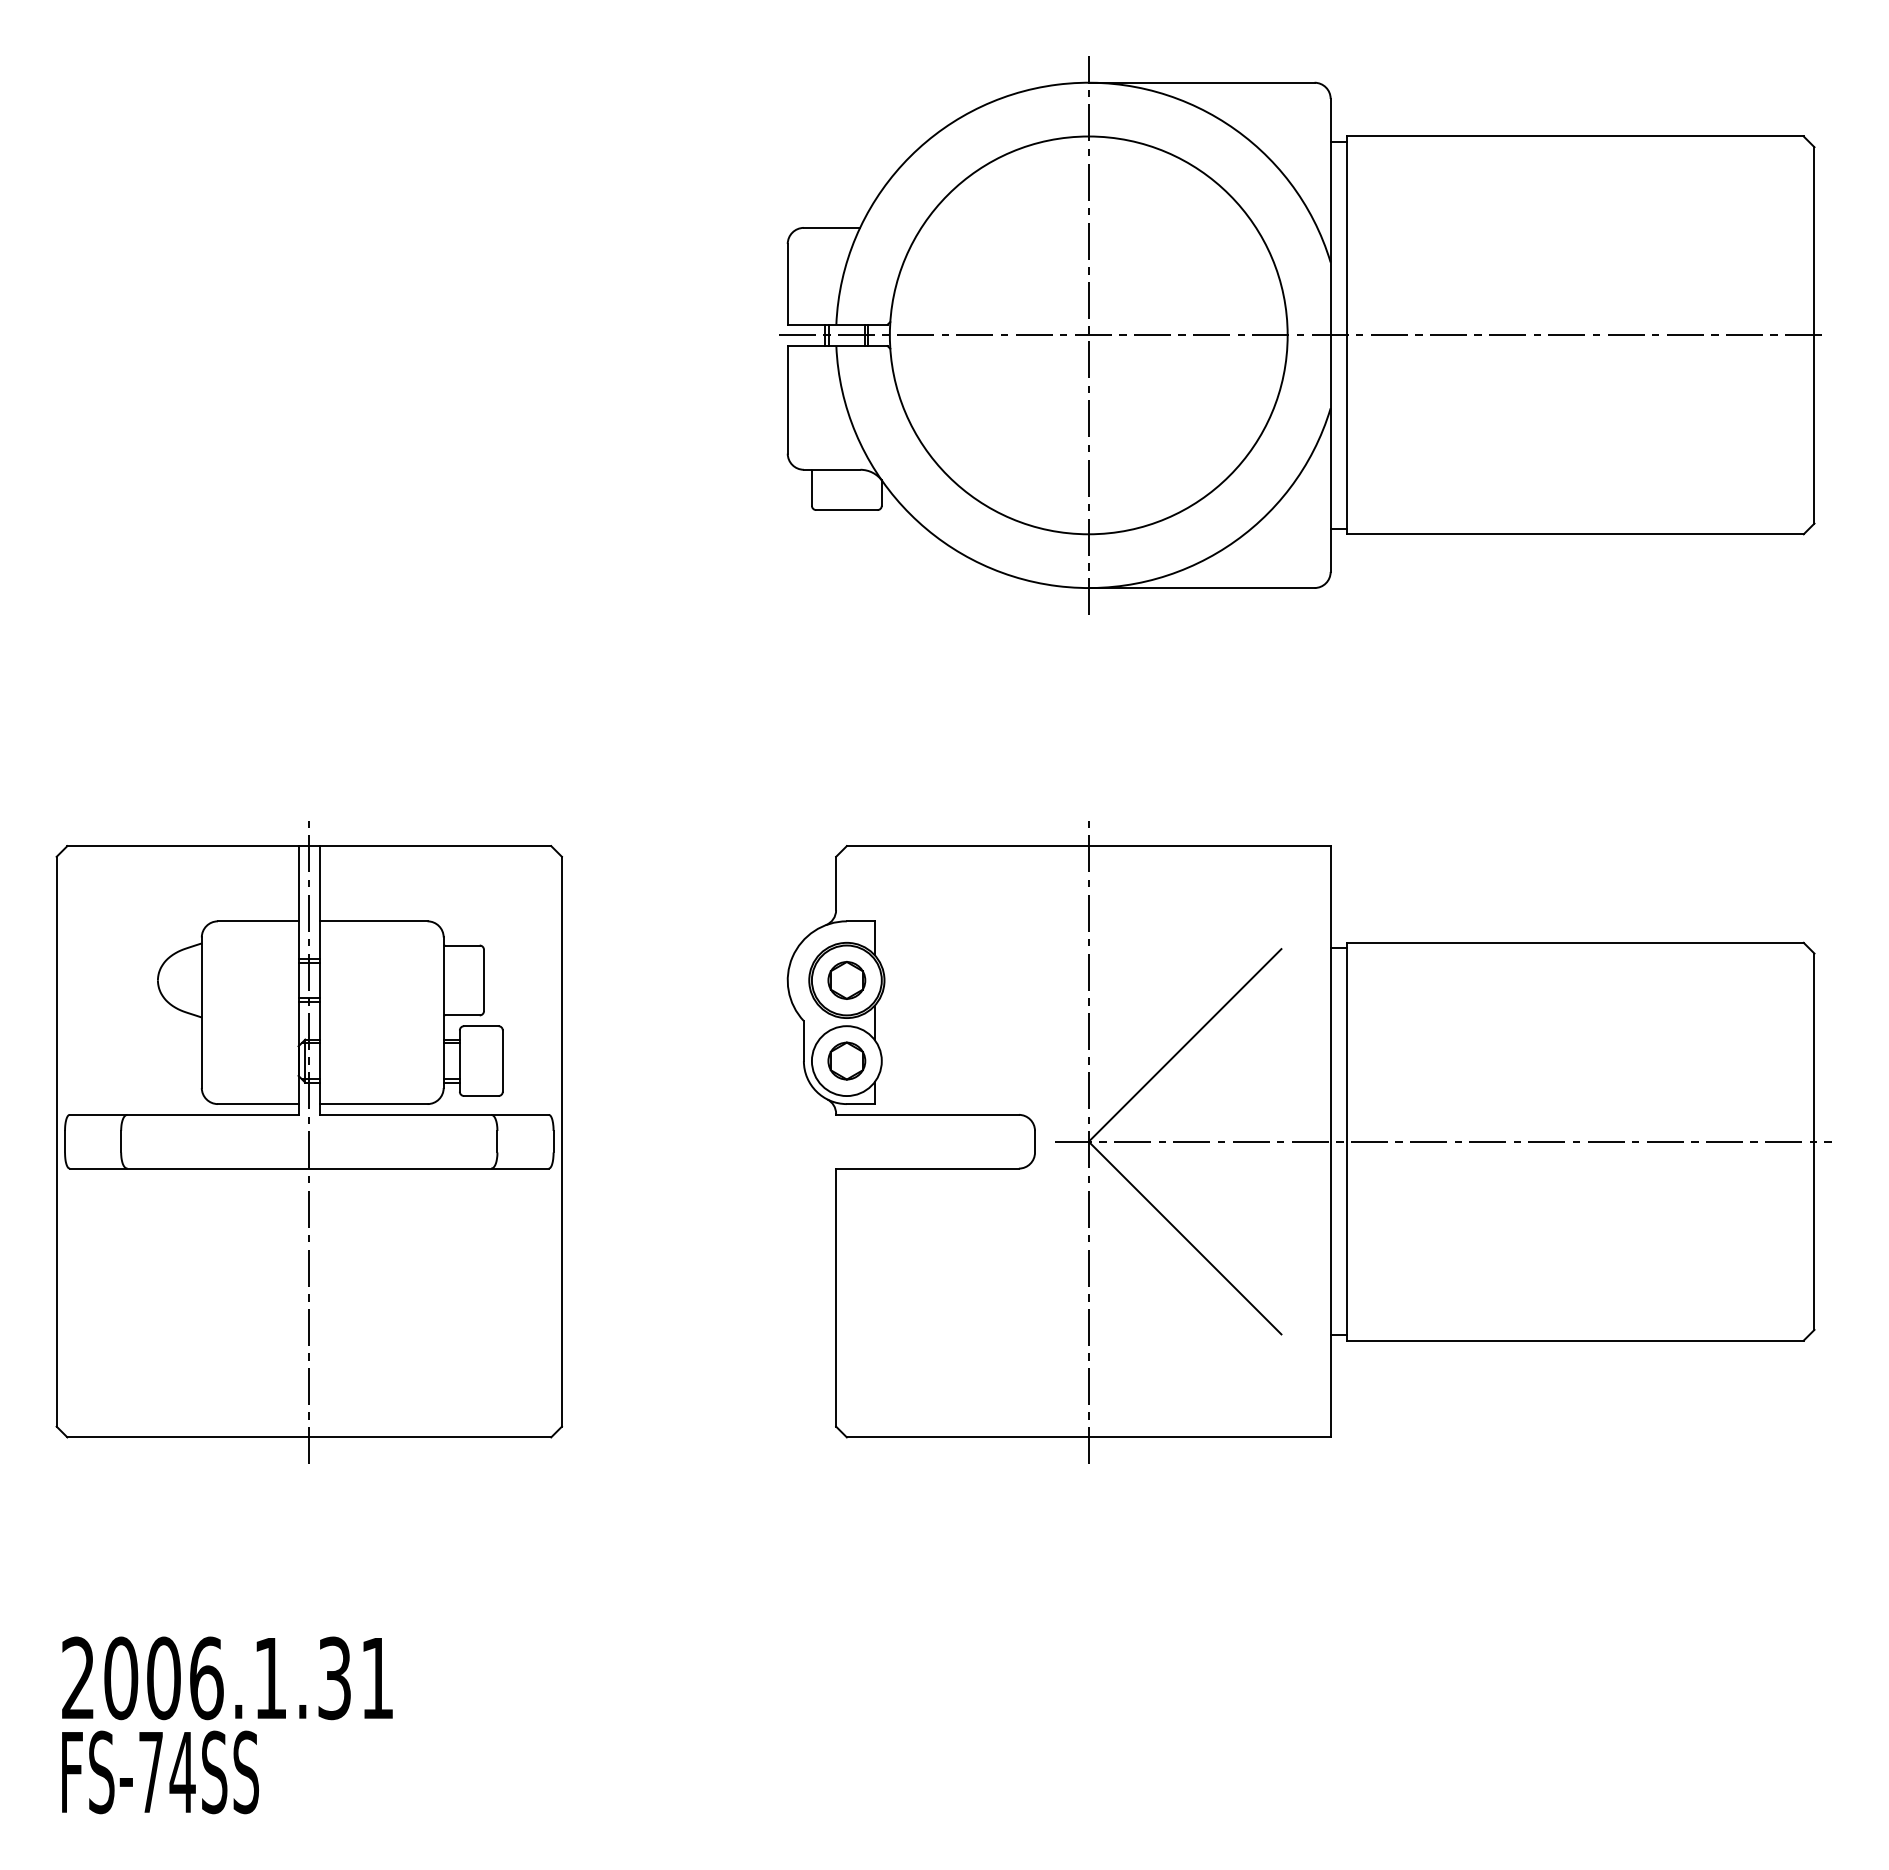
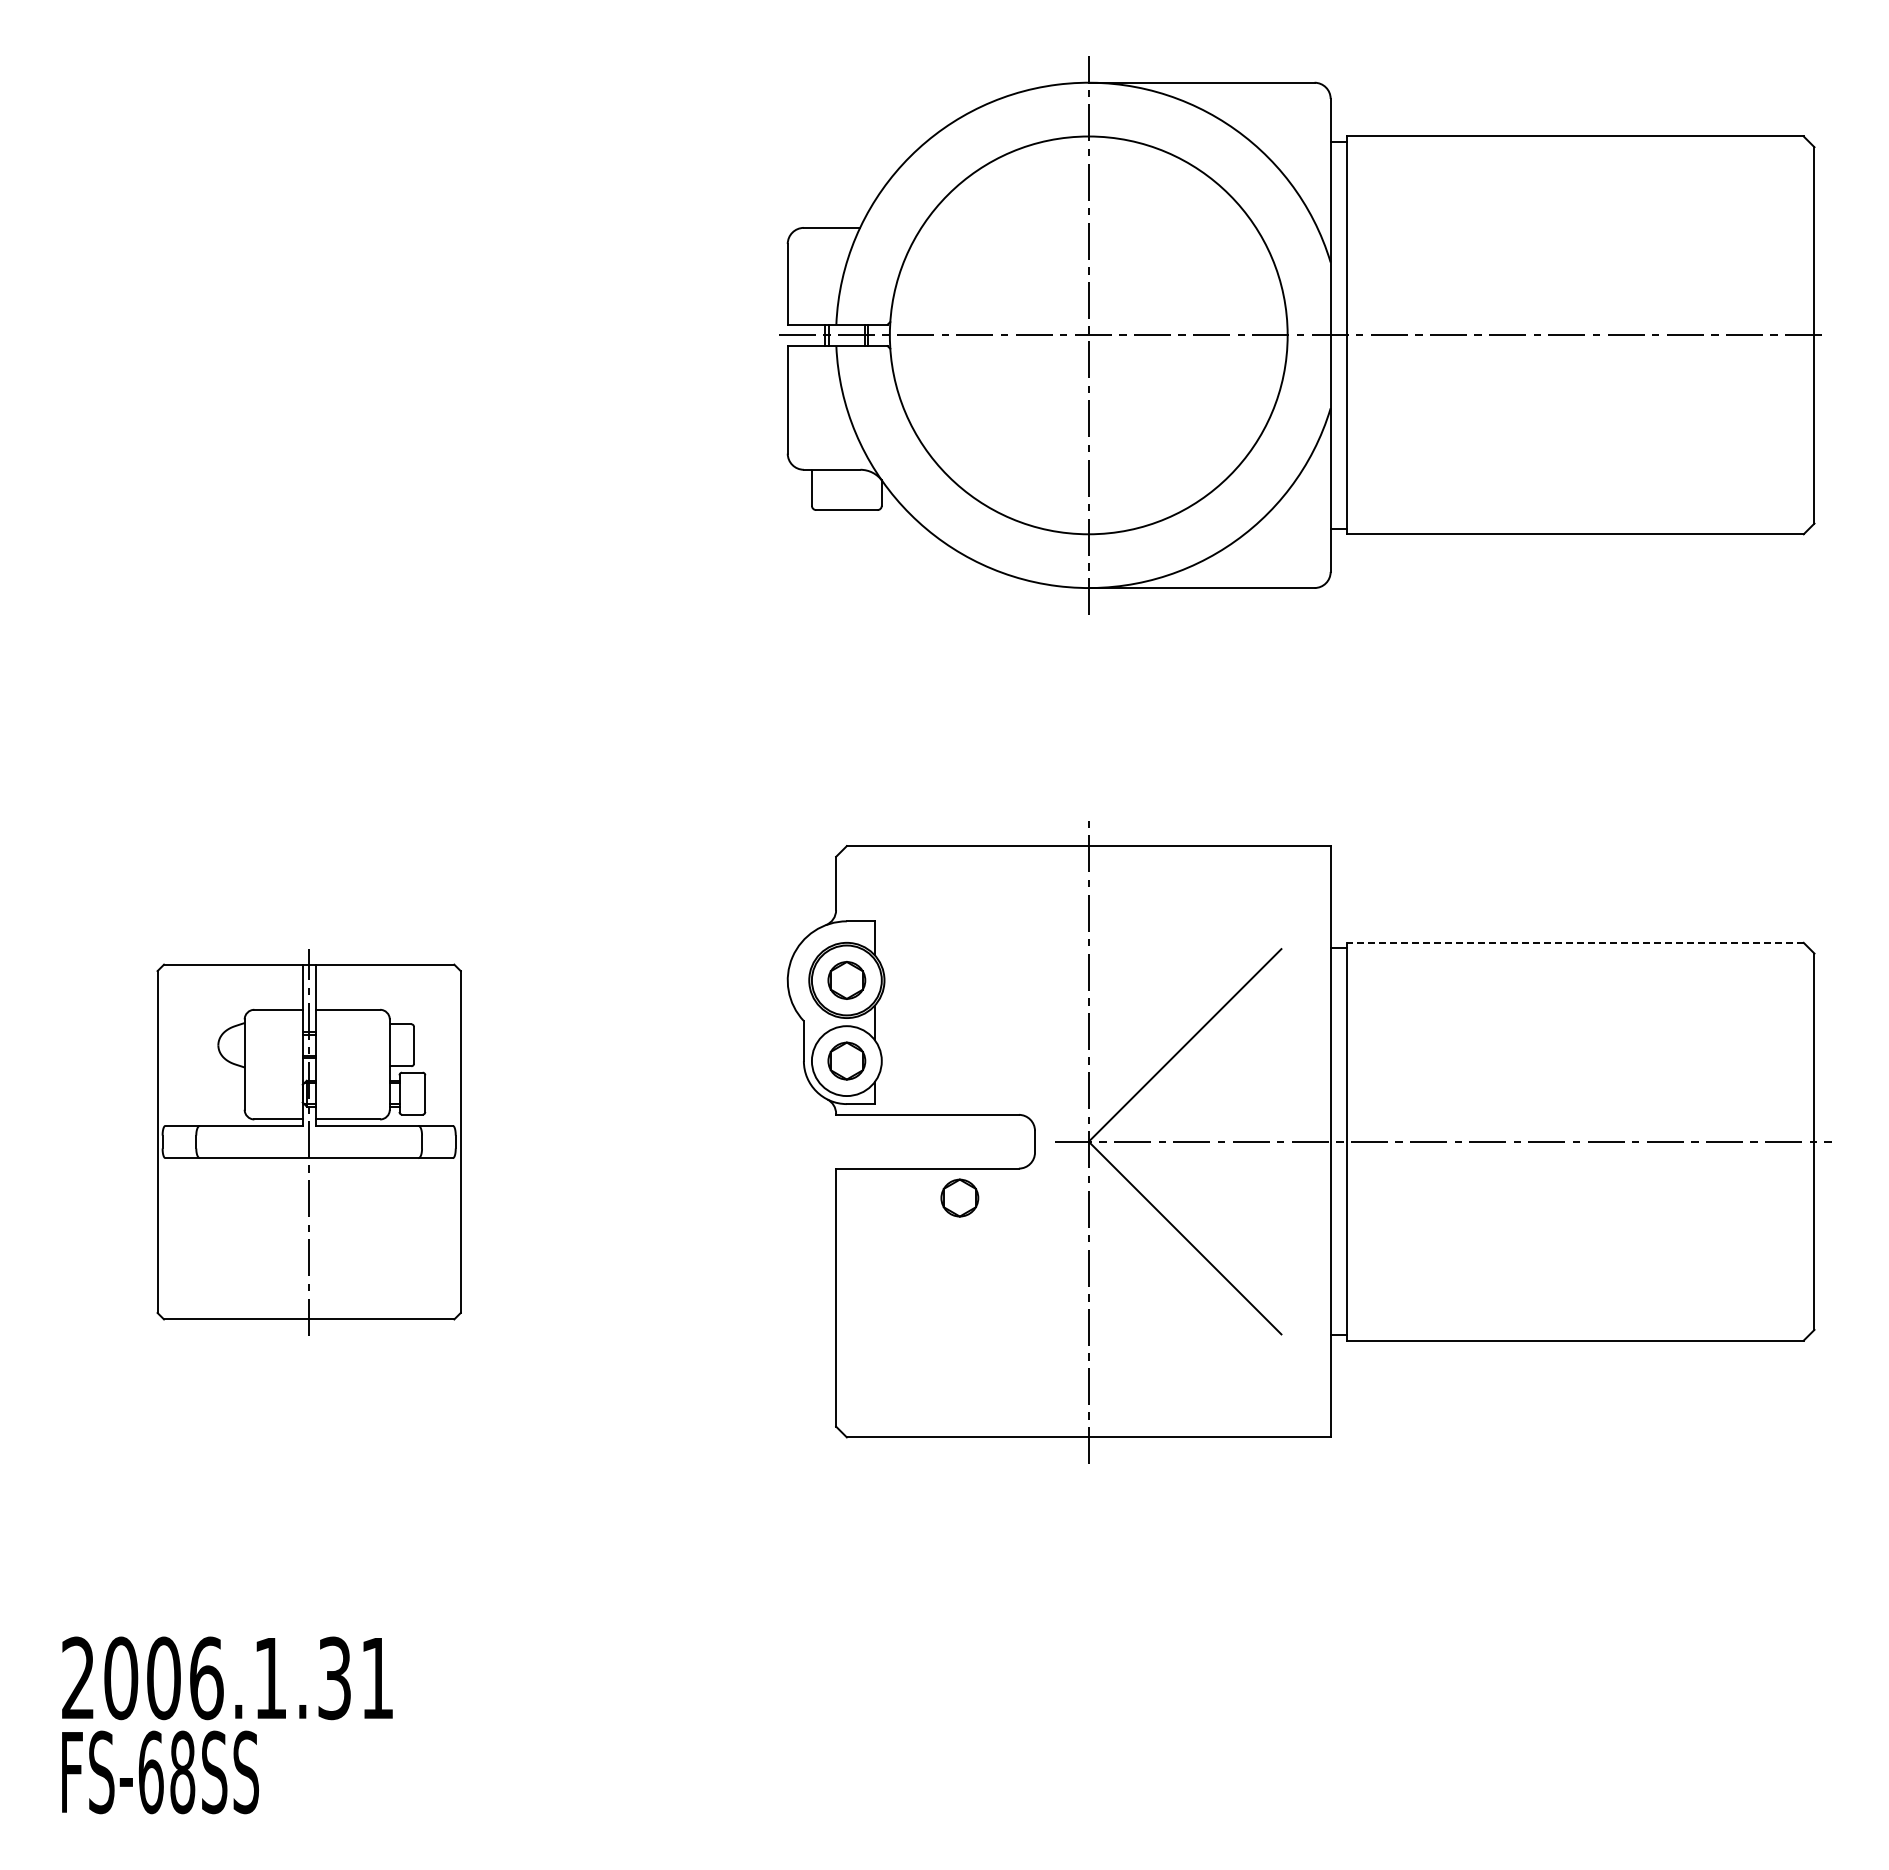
line at (1574, 942): solid -> dashed
part at (308, 1142) size: 508x643 px -> 306x387 px
part at (959, 1197): none -> present
text at (166, 1772): FS-74SS -> FS-68SS
